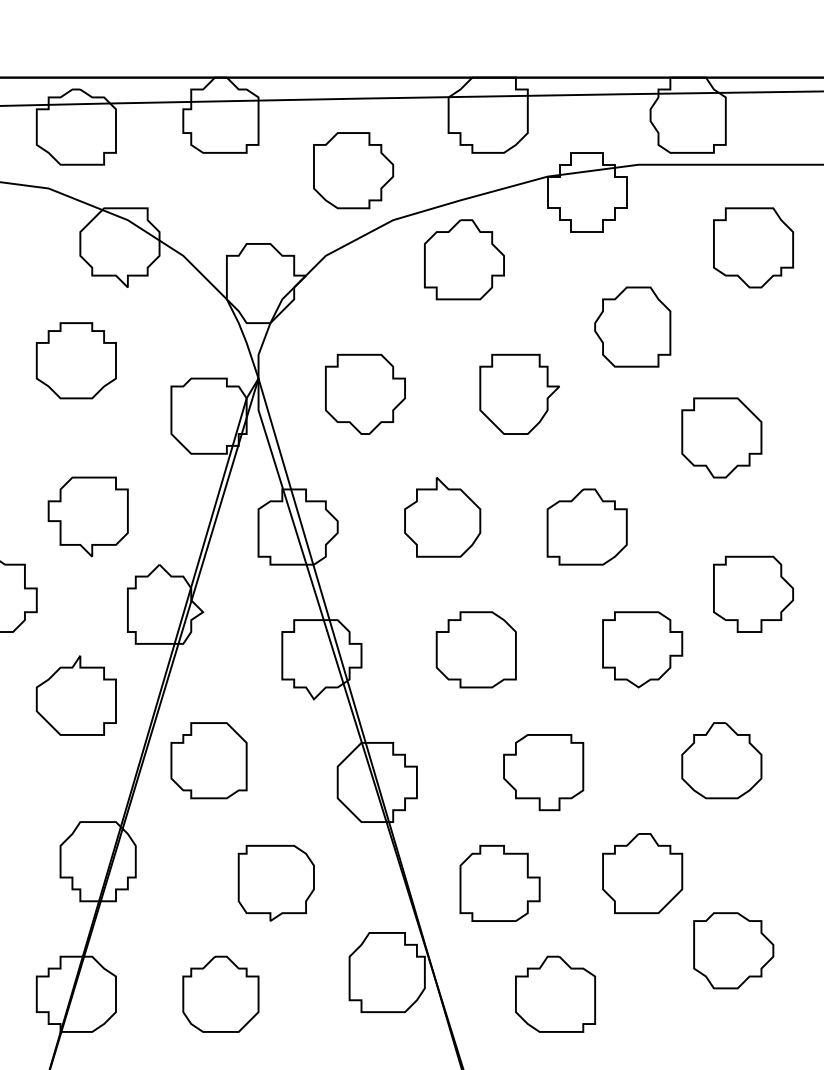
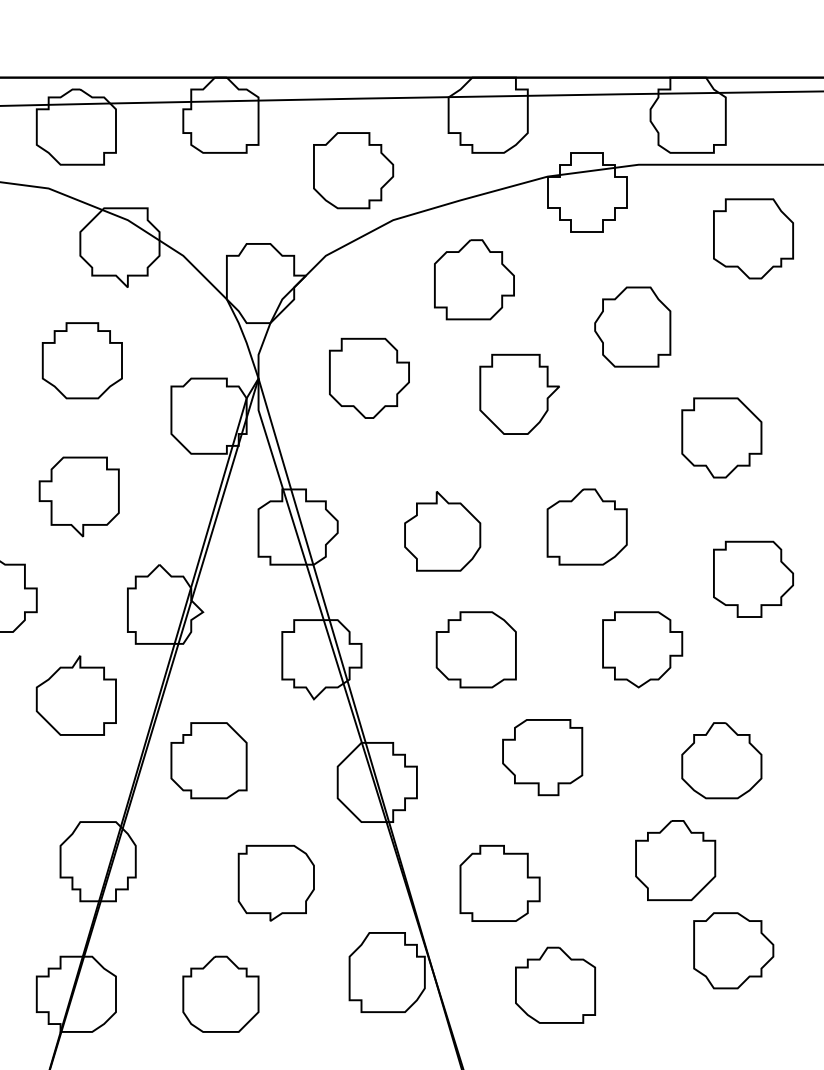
part at (753, 247) position: (753, 247) -> (753, 238)
part at (464, 259) position: (464, 259) -> (474, 279)
part at (75, 360) position: (75, 360) -> (81, 360)
part at (365, 393) position: (365, 393) -> (369, 377)
part at (87, 516) position: (87, 516) -> (78, 496)
part at (442, 517) position: (442, 517) -> (442, 531)
part at (753, 593) position: (753, 593) -> (753, 578)
part at (543, 772) position: (543, 772) -> (542, 757)
part at (642, 873) position: (642, 873) -> (675, 860)
part at (555, 993) position: (555, 993) -> (555, 984)
